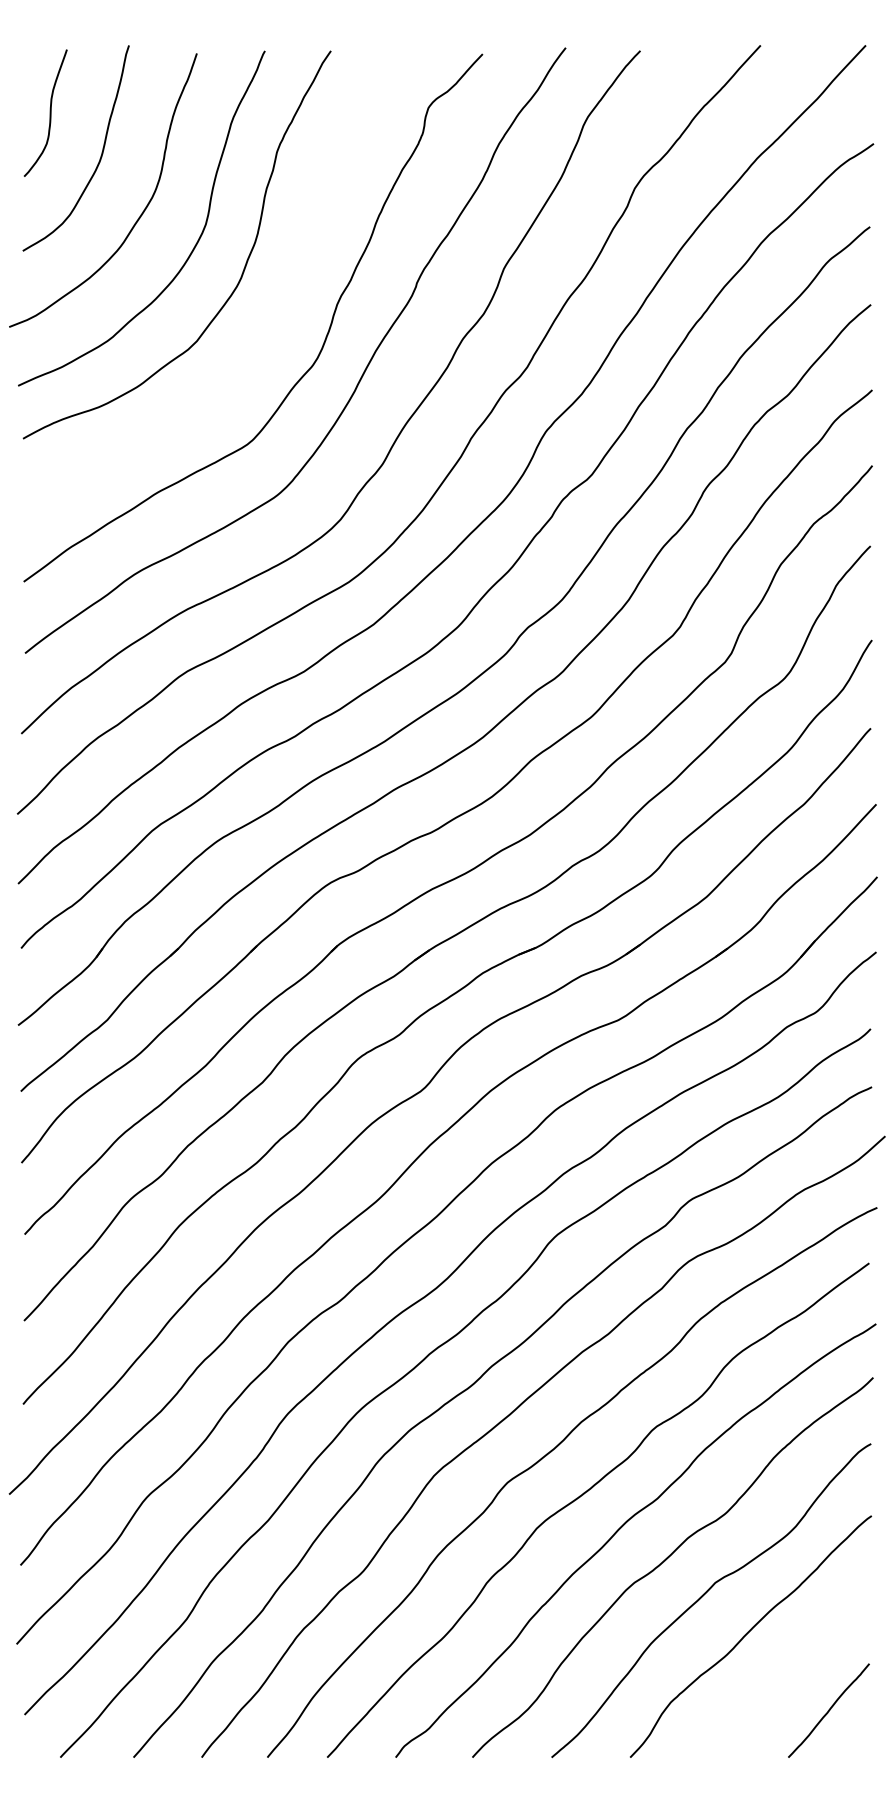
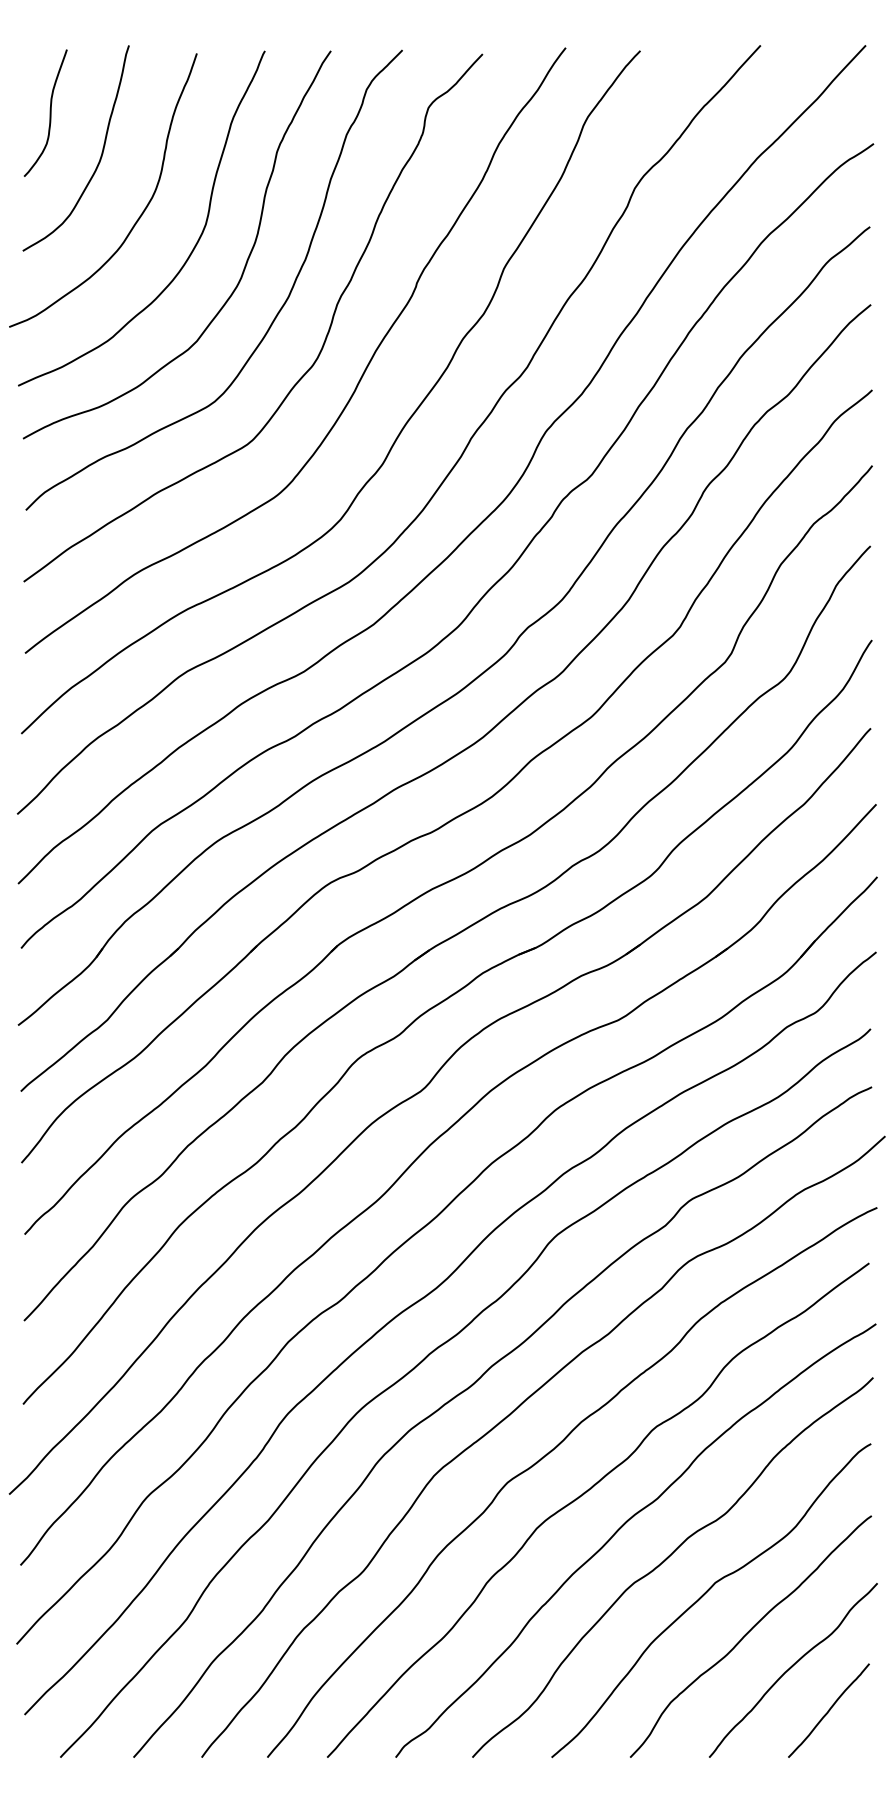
curve at (275, 315): none -> present
curve at (791, 1668): none -> present
